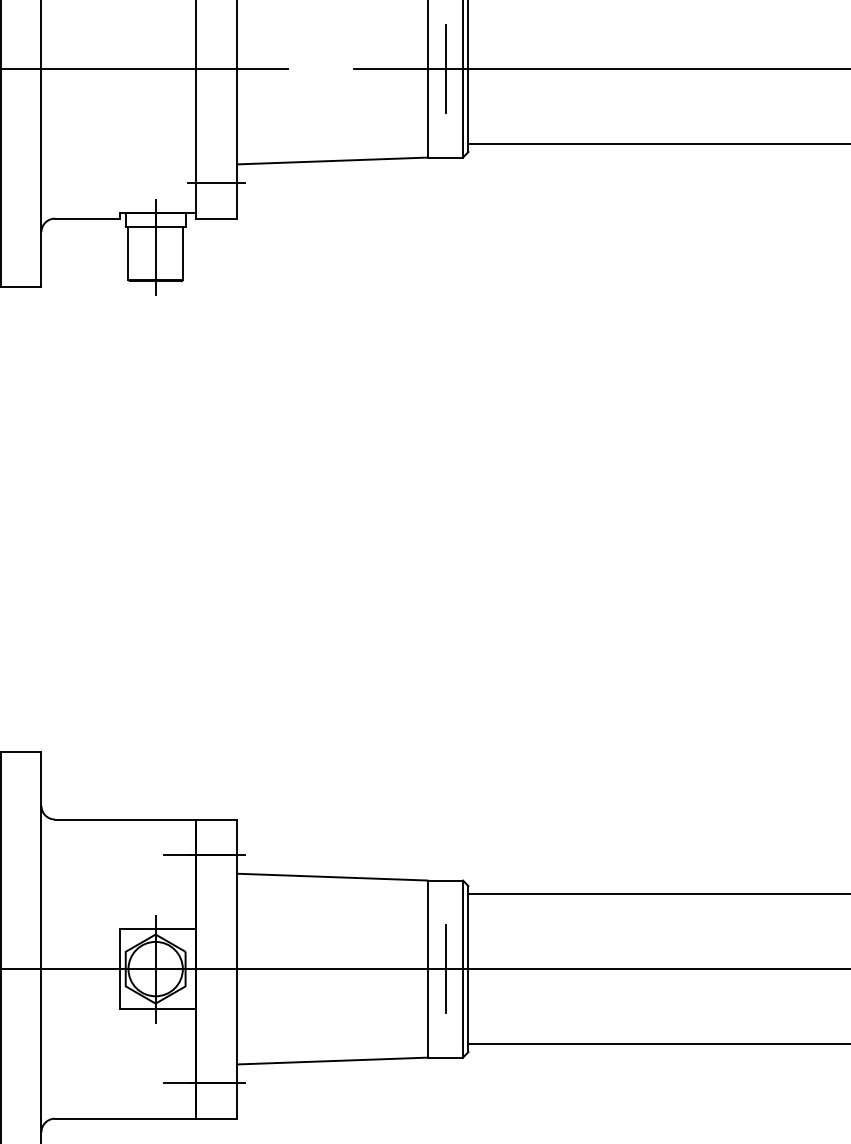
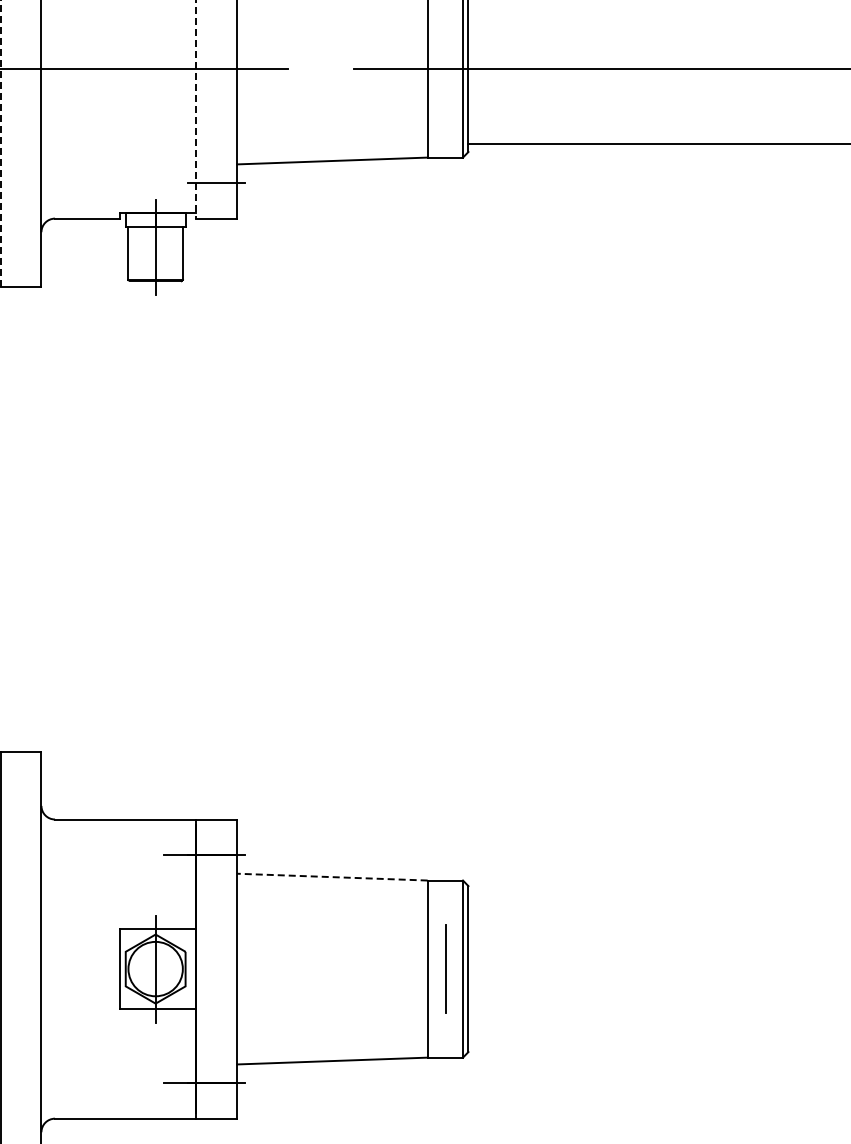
line at (445, 68): present -> none
line at (196, 109): solid -> dashed
line at (0, 142): solid -> dashed
line at (331, 877): solid -> dashed
line at (657, 894): present -> none
line at (424, 969): present -> none
line at (657, 1043): present -> none
